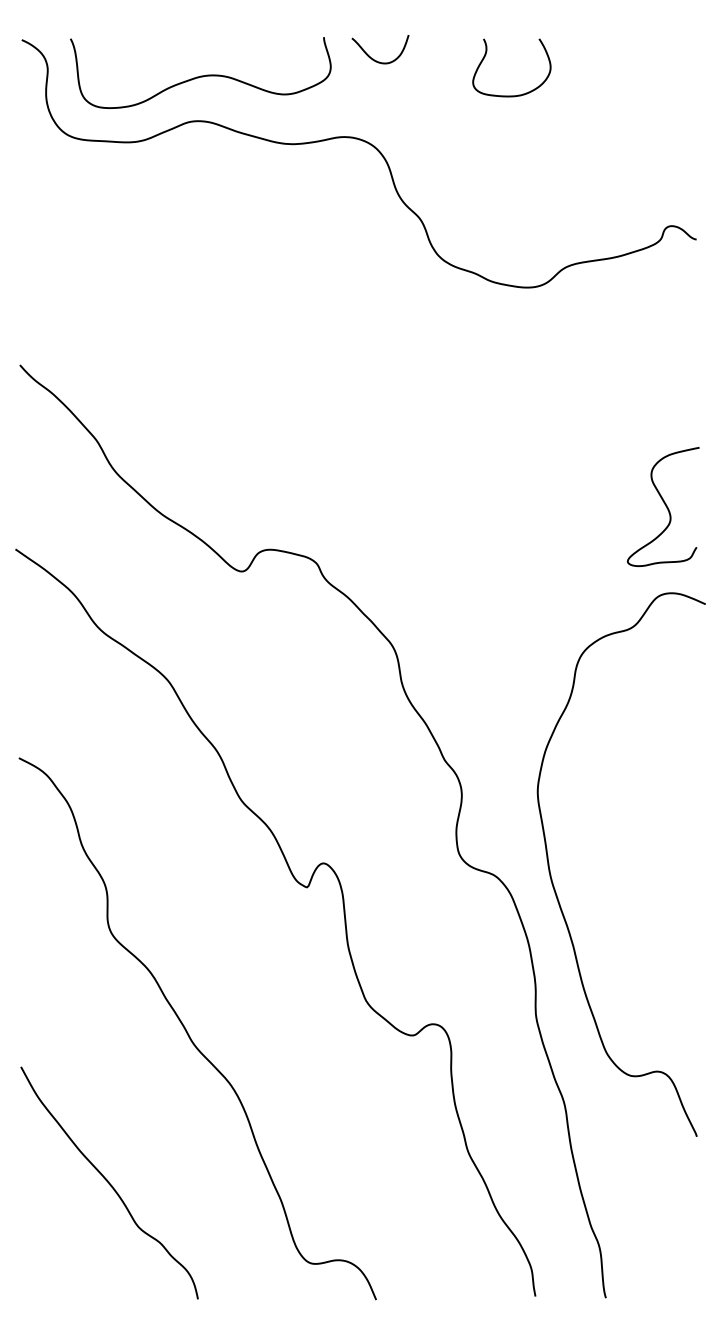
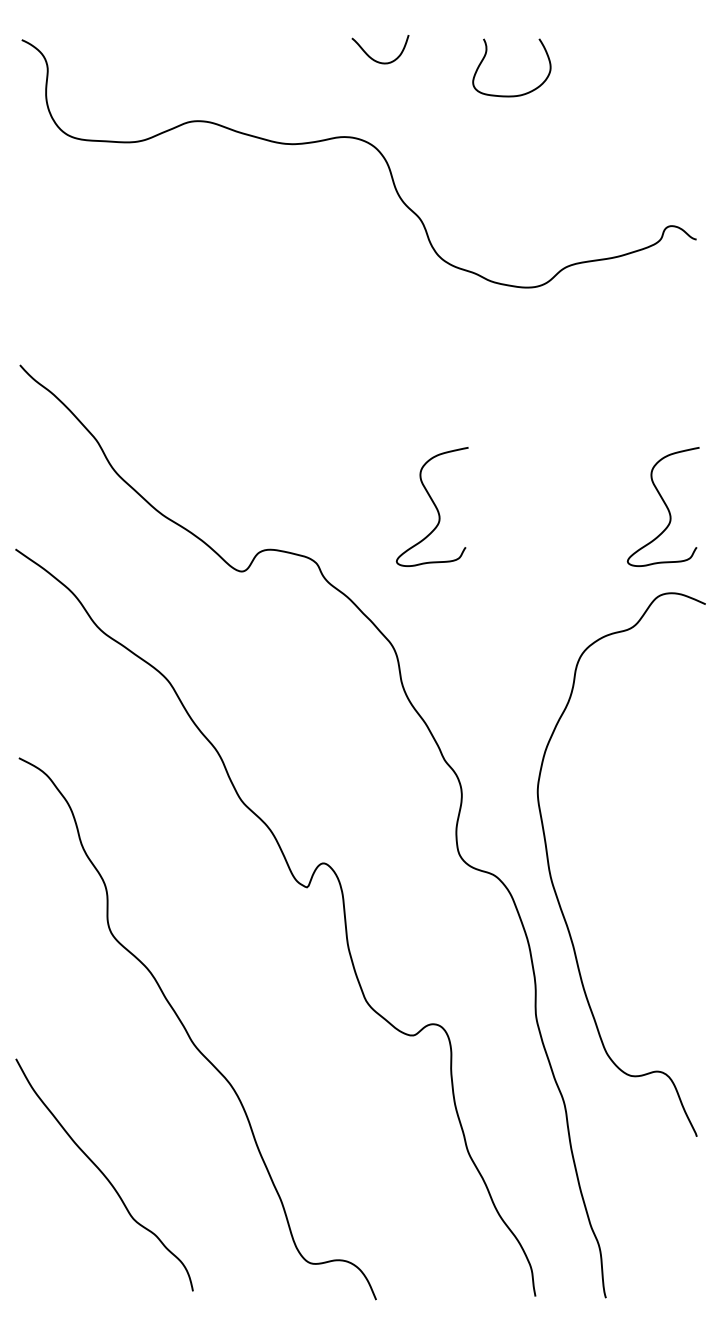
curve at (200, 75): present -> none
curve at (433, 504): none -> present
curve at (109, 1182) position: (109, 1182) -> (104, 1174)
